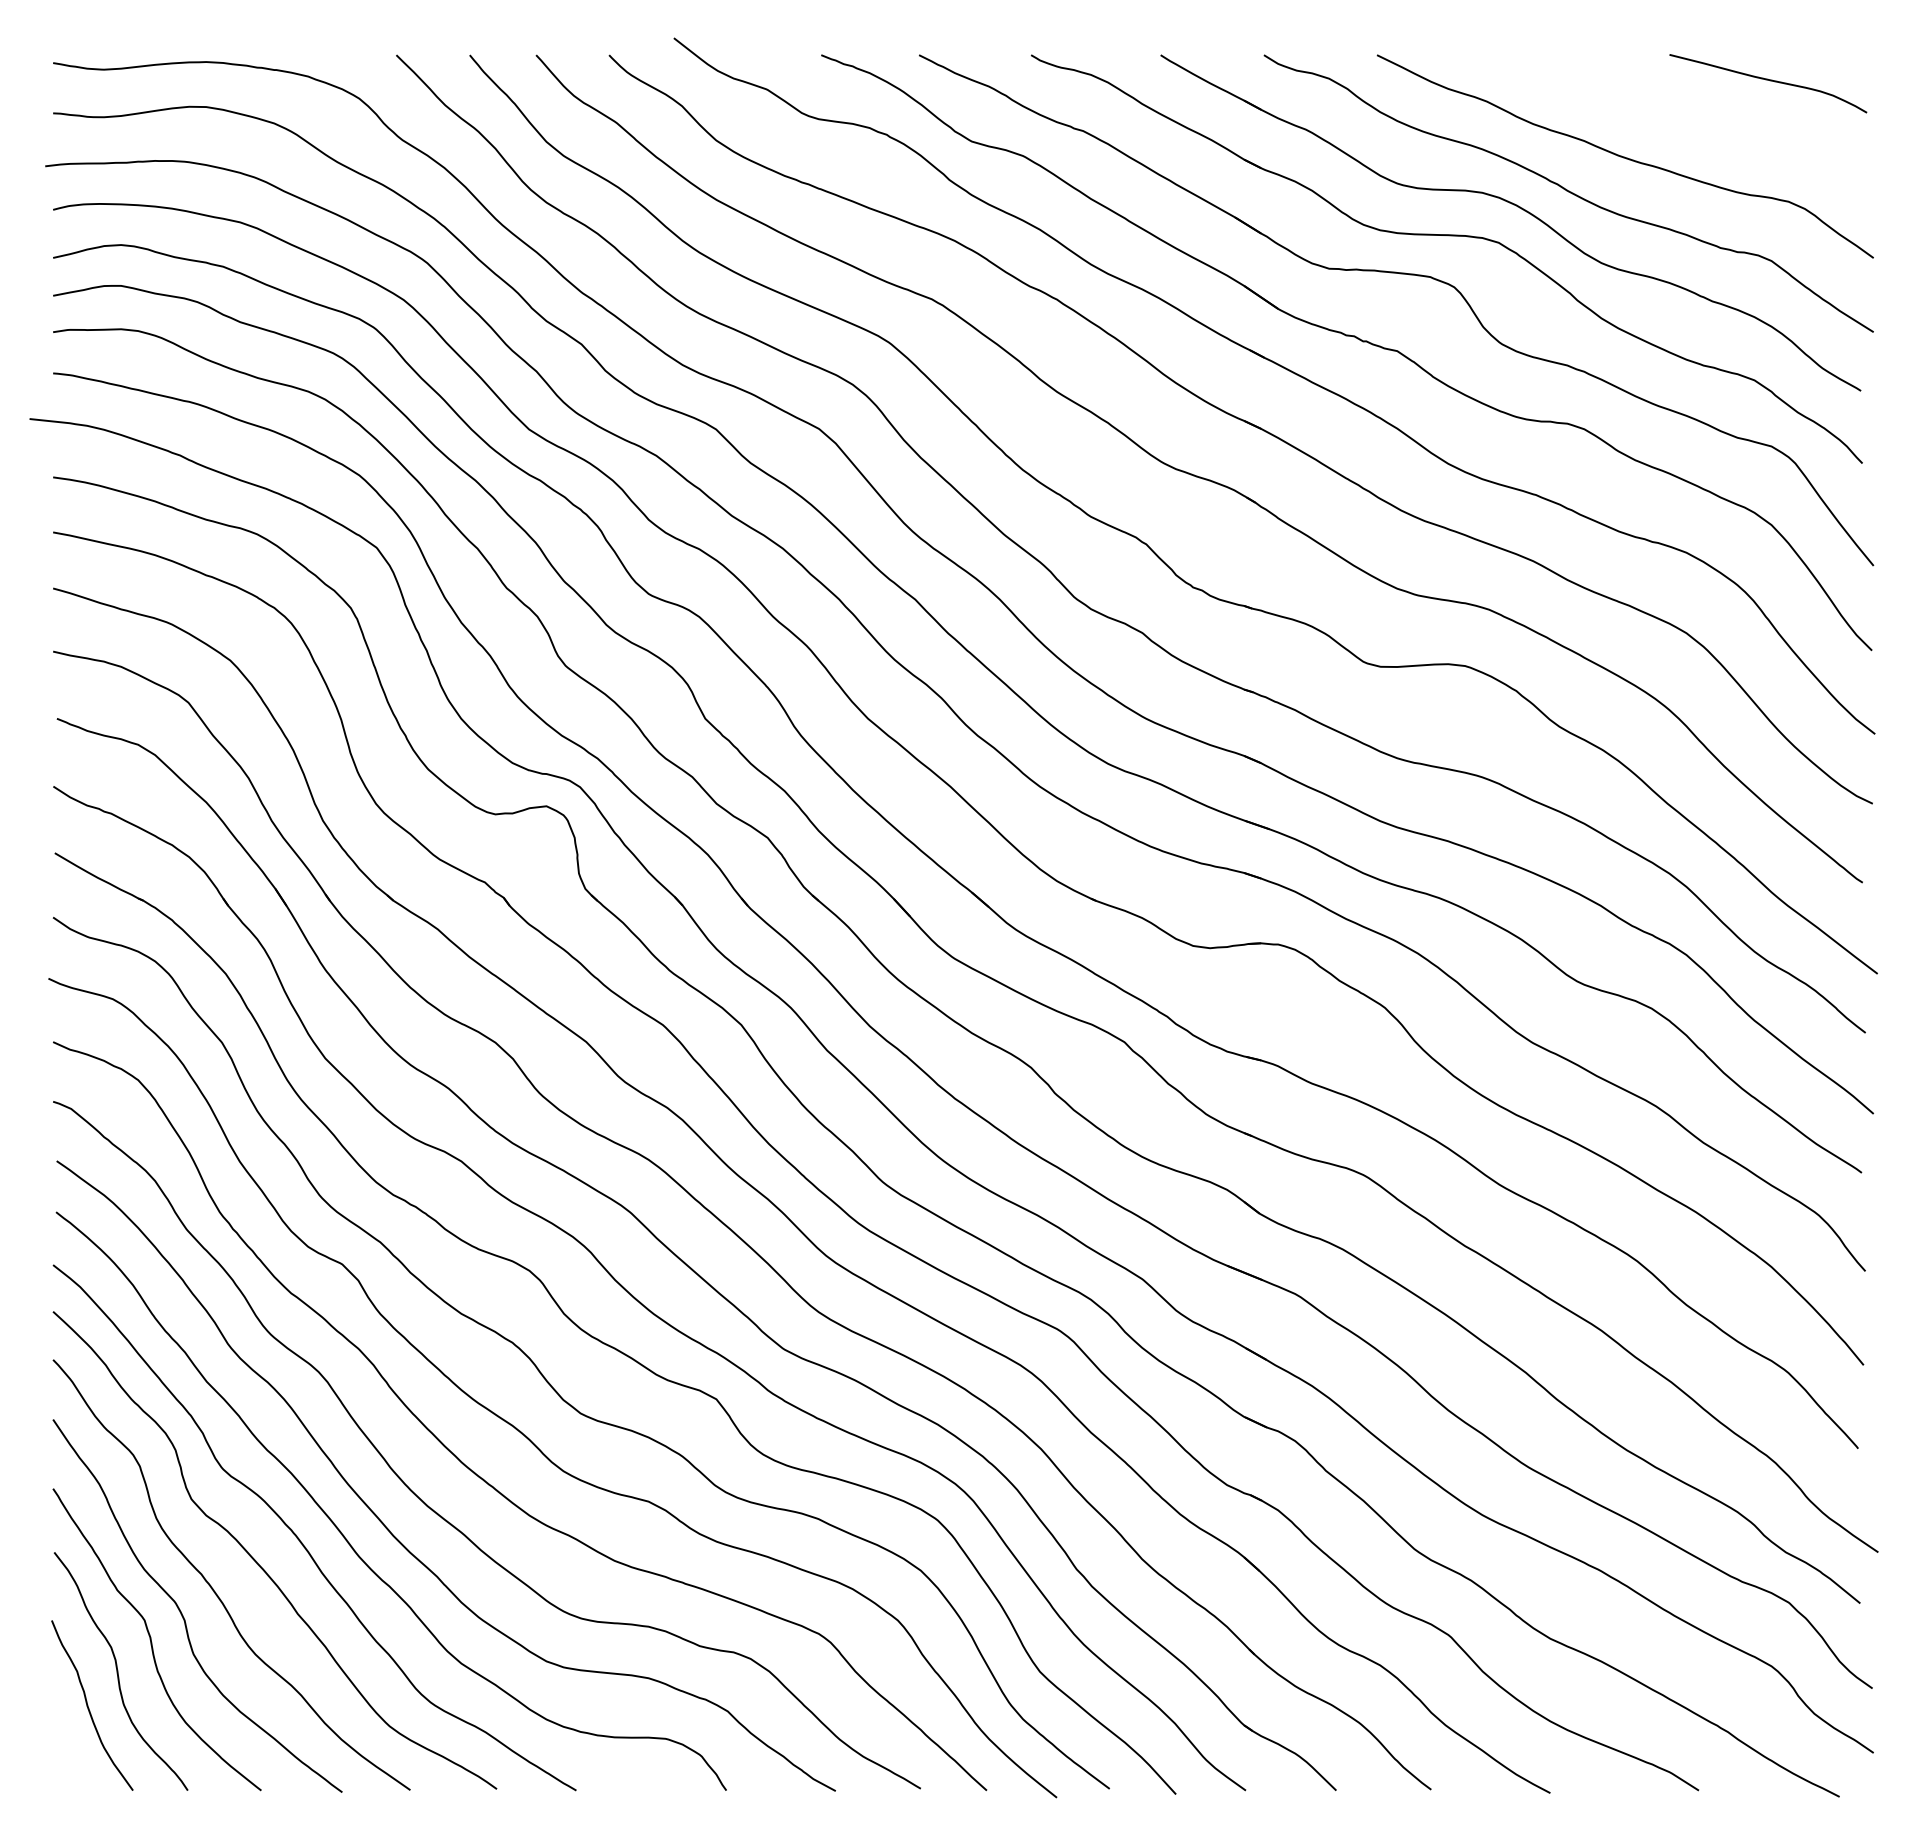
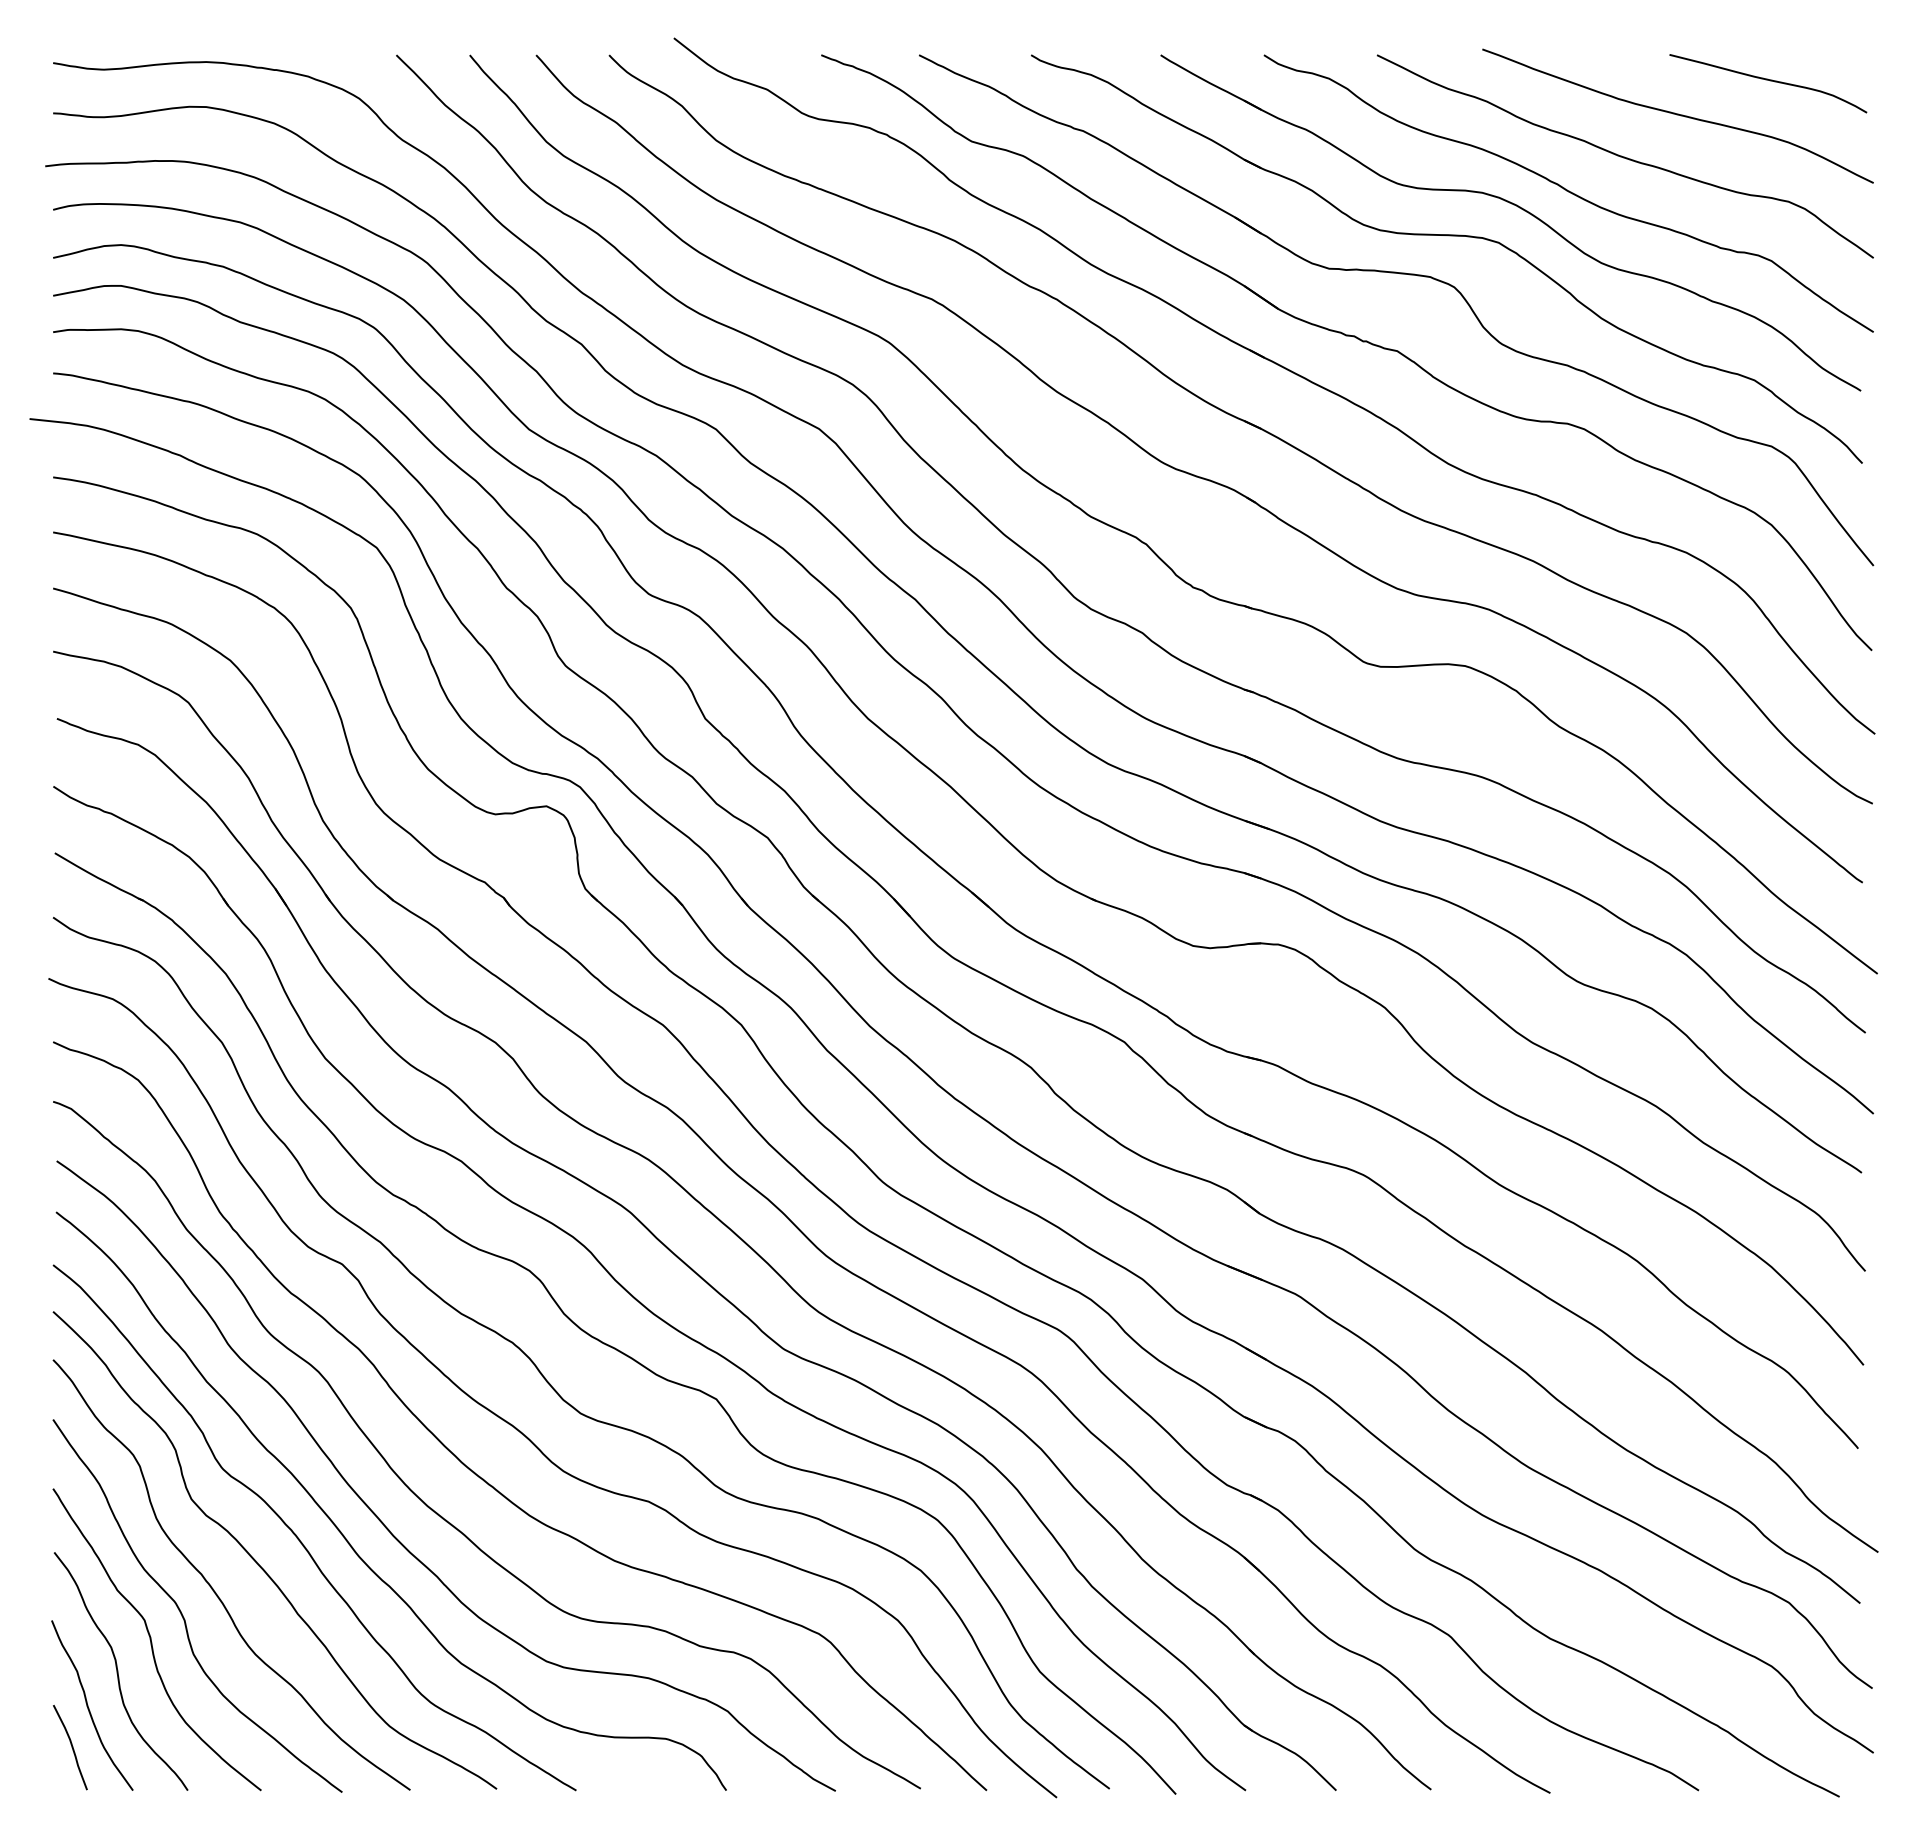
curve at (1677, 115): none -> present
curve at (71, 1747): none -> present
